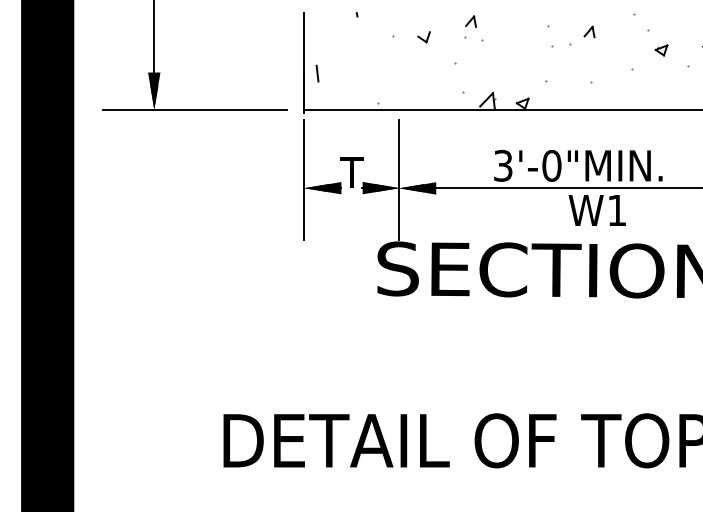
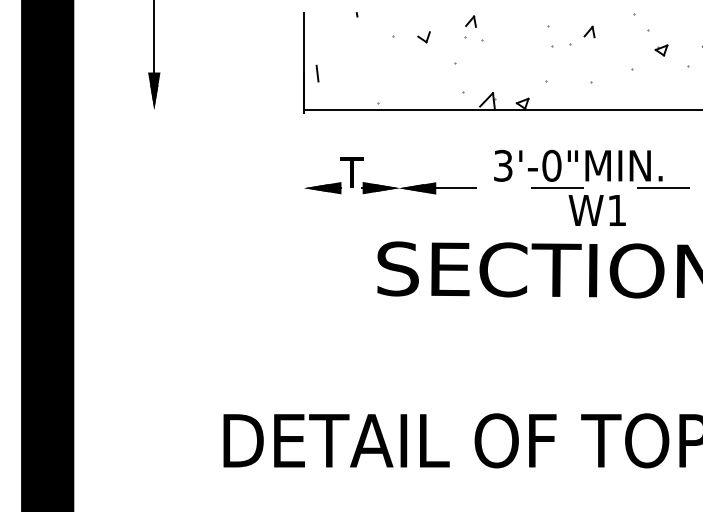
line at (194, 109): present -> none
line at (304, 179): present -> none
line at (399, 179): present -> none
line at (563, 188): solid -> dashed
